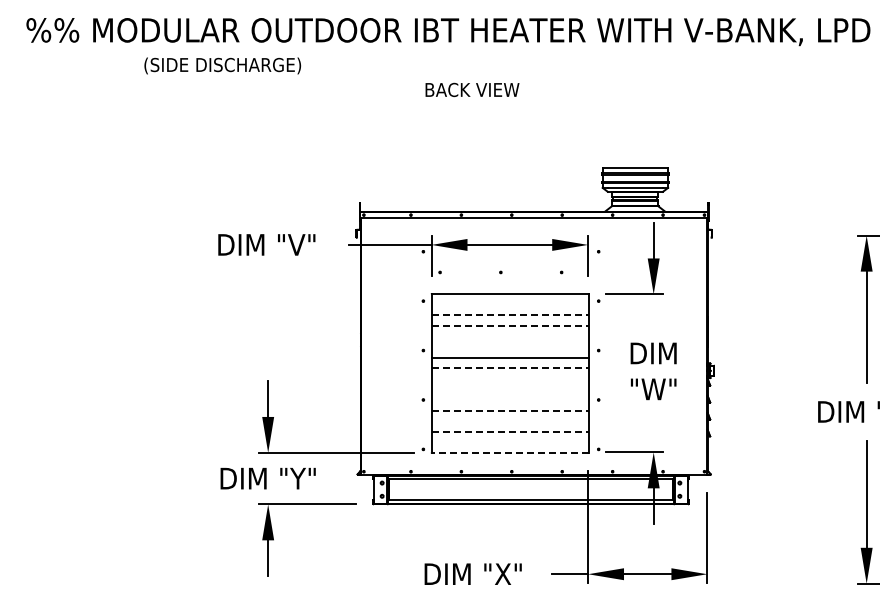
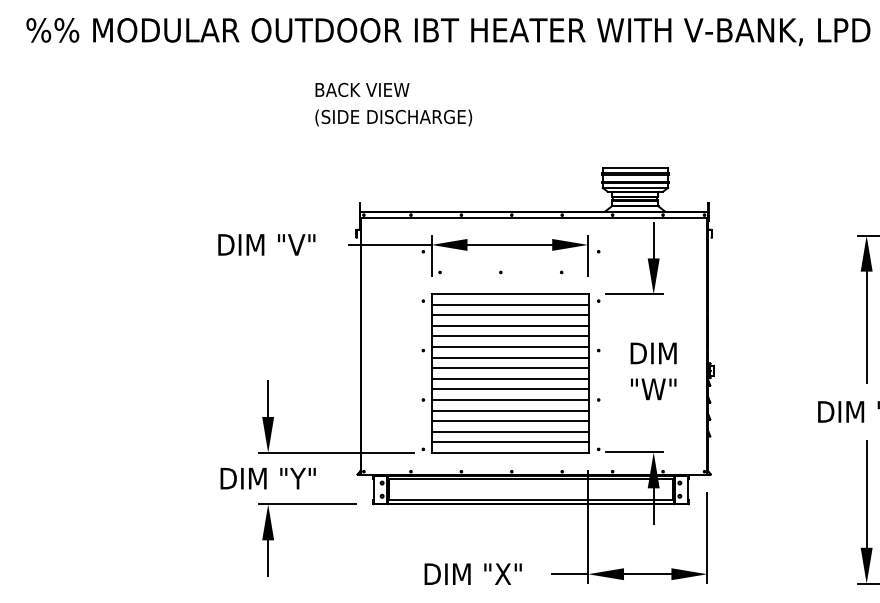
text at (222, 65) position: (222, 65) -> (393, 117)
text at (472, 89) position: (472, 89) -> (362, 89)
line at (509, 304): none -> present
line at (510, 315): dashed -> solid
line at (510, 325): dashed -> solid
line at (509, 336): none -> present
line at (509, 347): none -> present
line at (510, 368): dashed -> solid
line at (509, 378): none -> present
line at (509, 389): none -> present
line at (509, 400): none -> present
line at (510, 410): dashed -> solid
line at (509, 421): none -> present
line at (510, 431): dashed -> solid
line at (509, 442): none -> present
line at (509, 452): dashed -> solid
